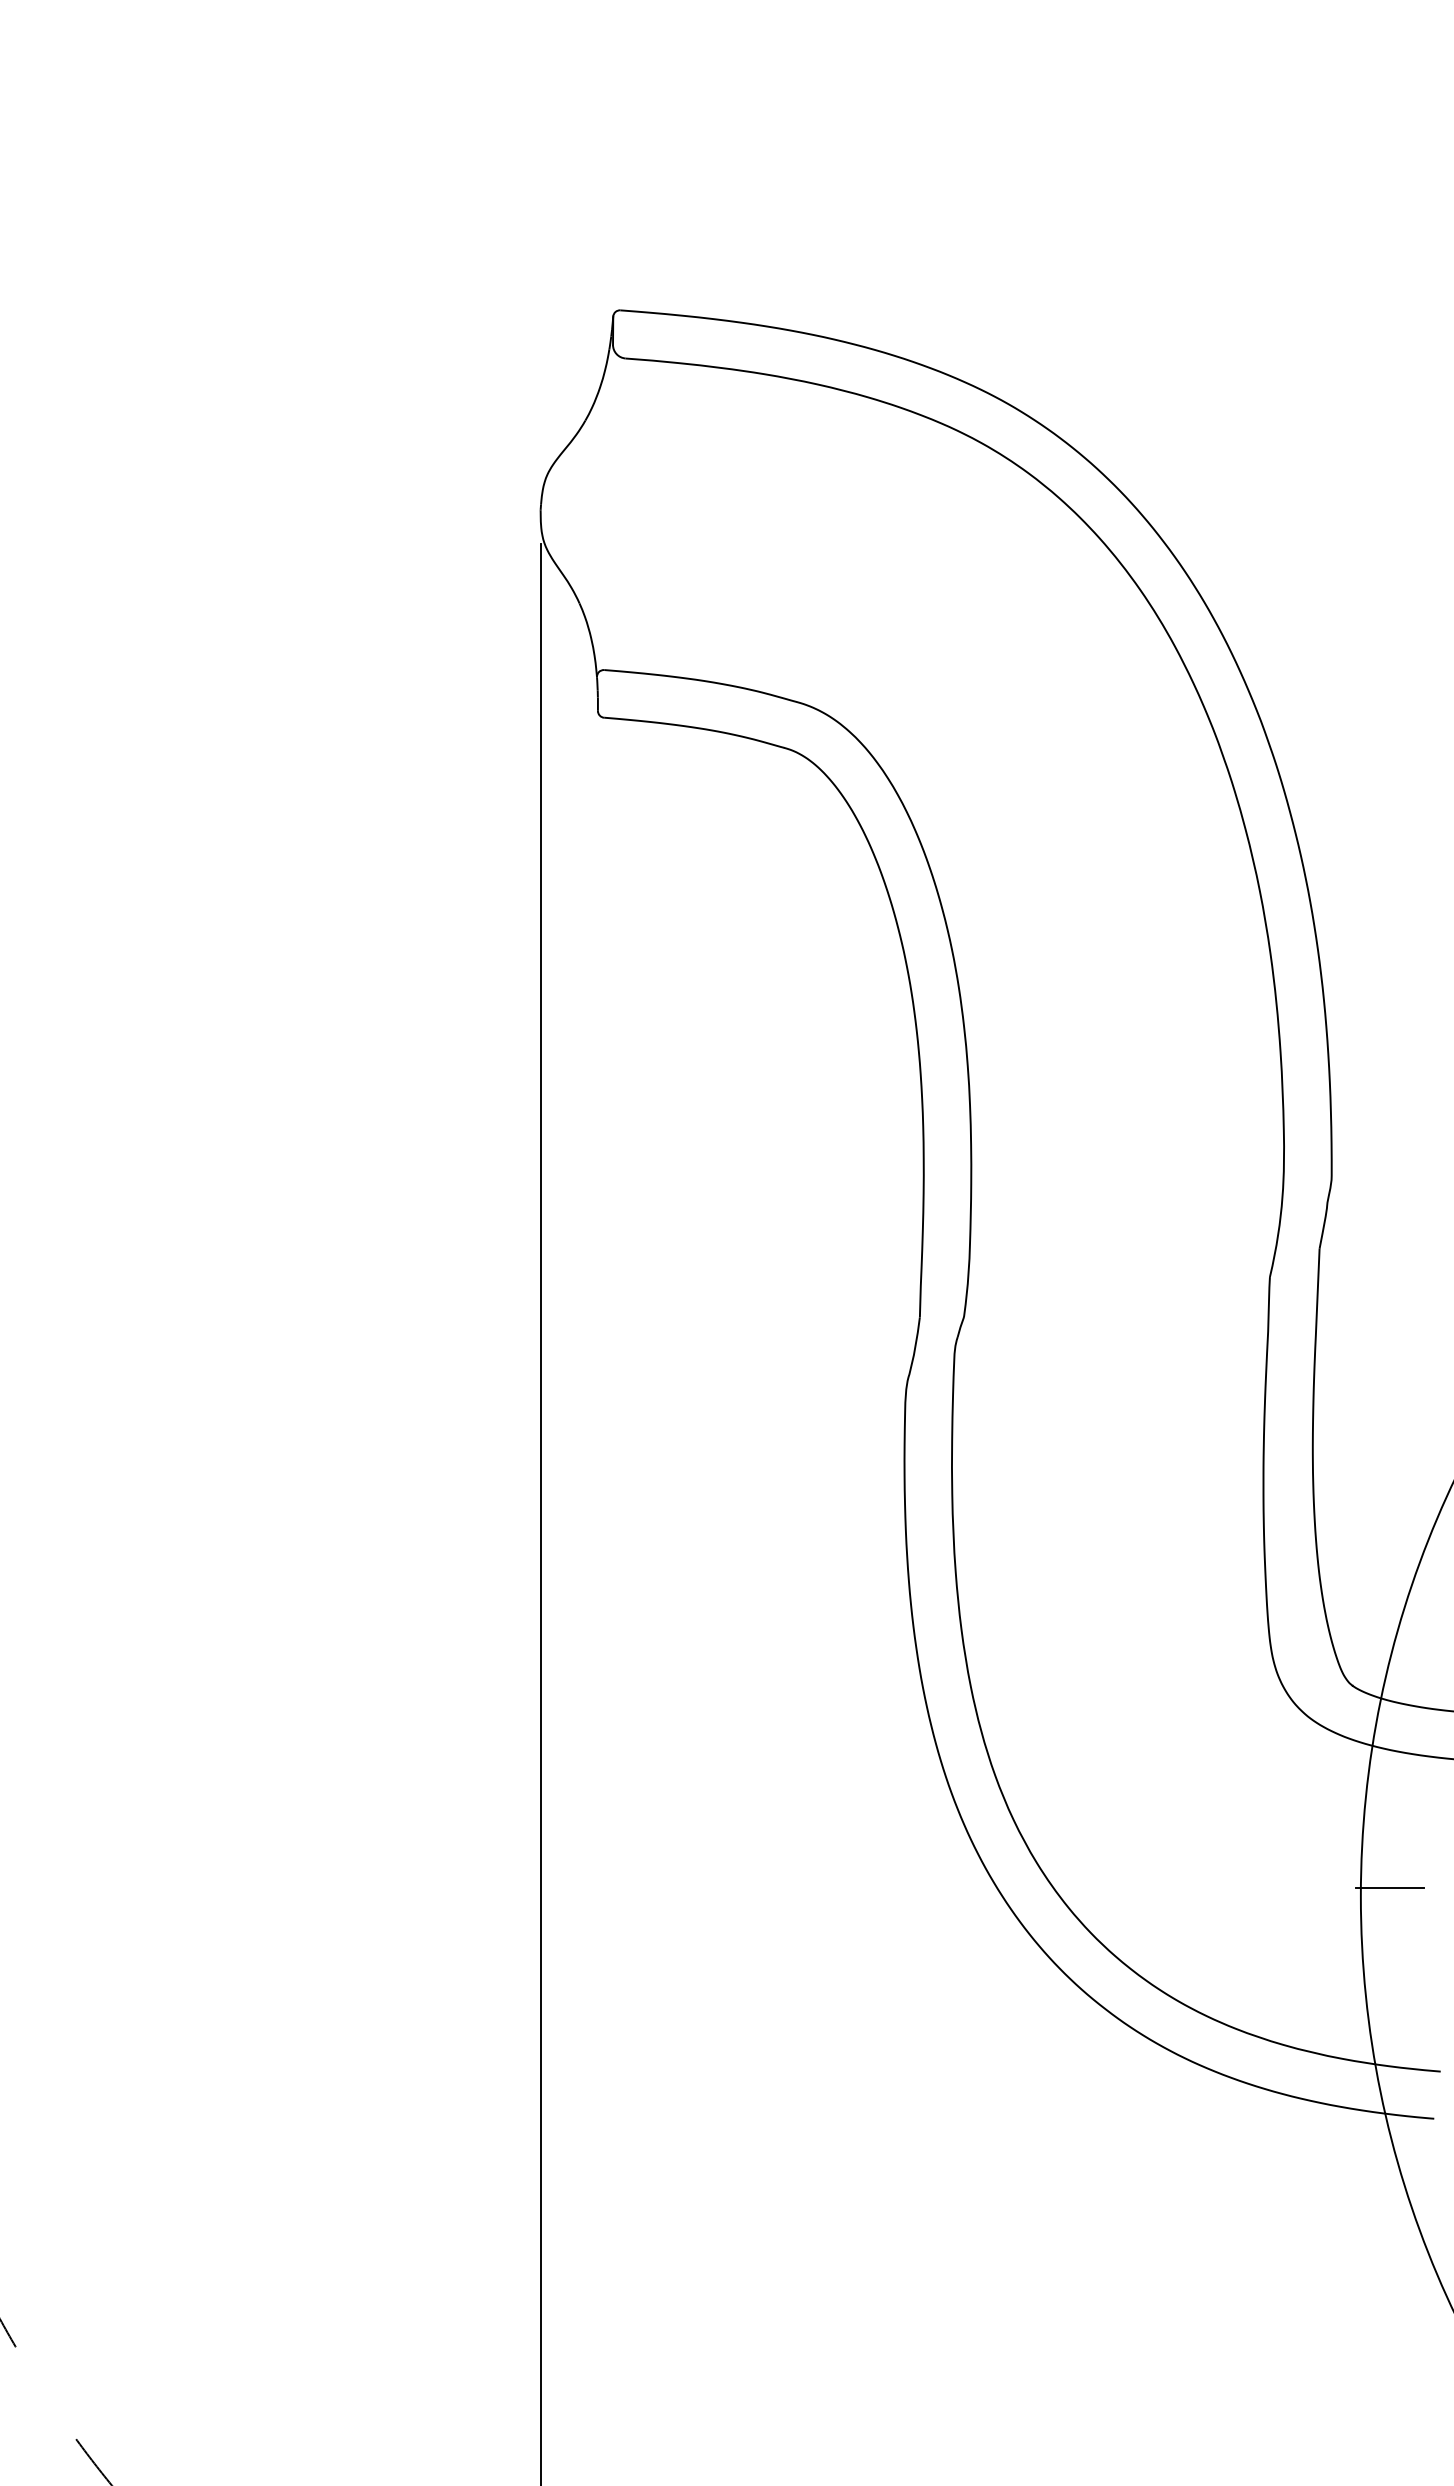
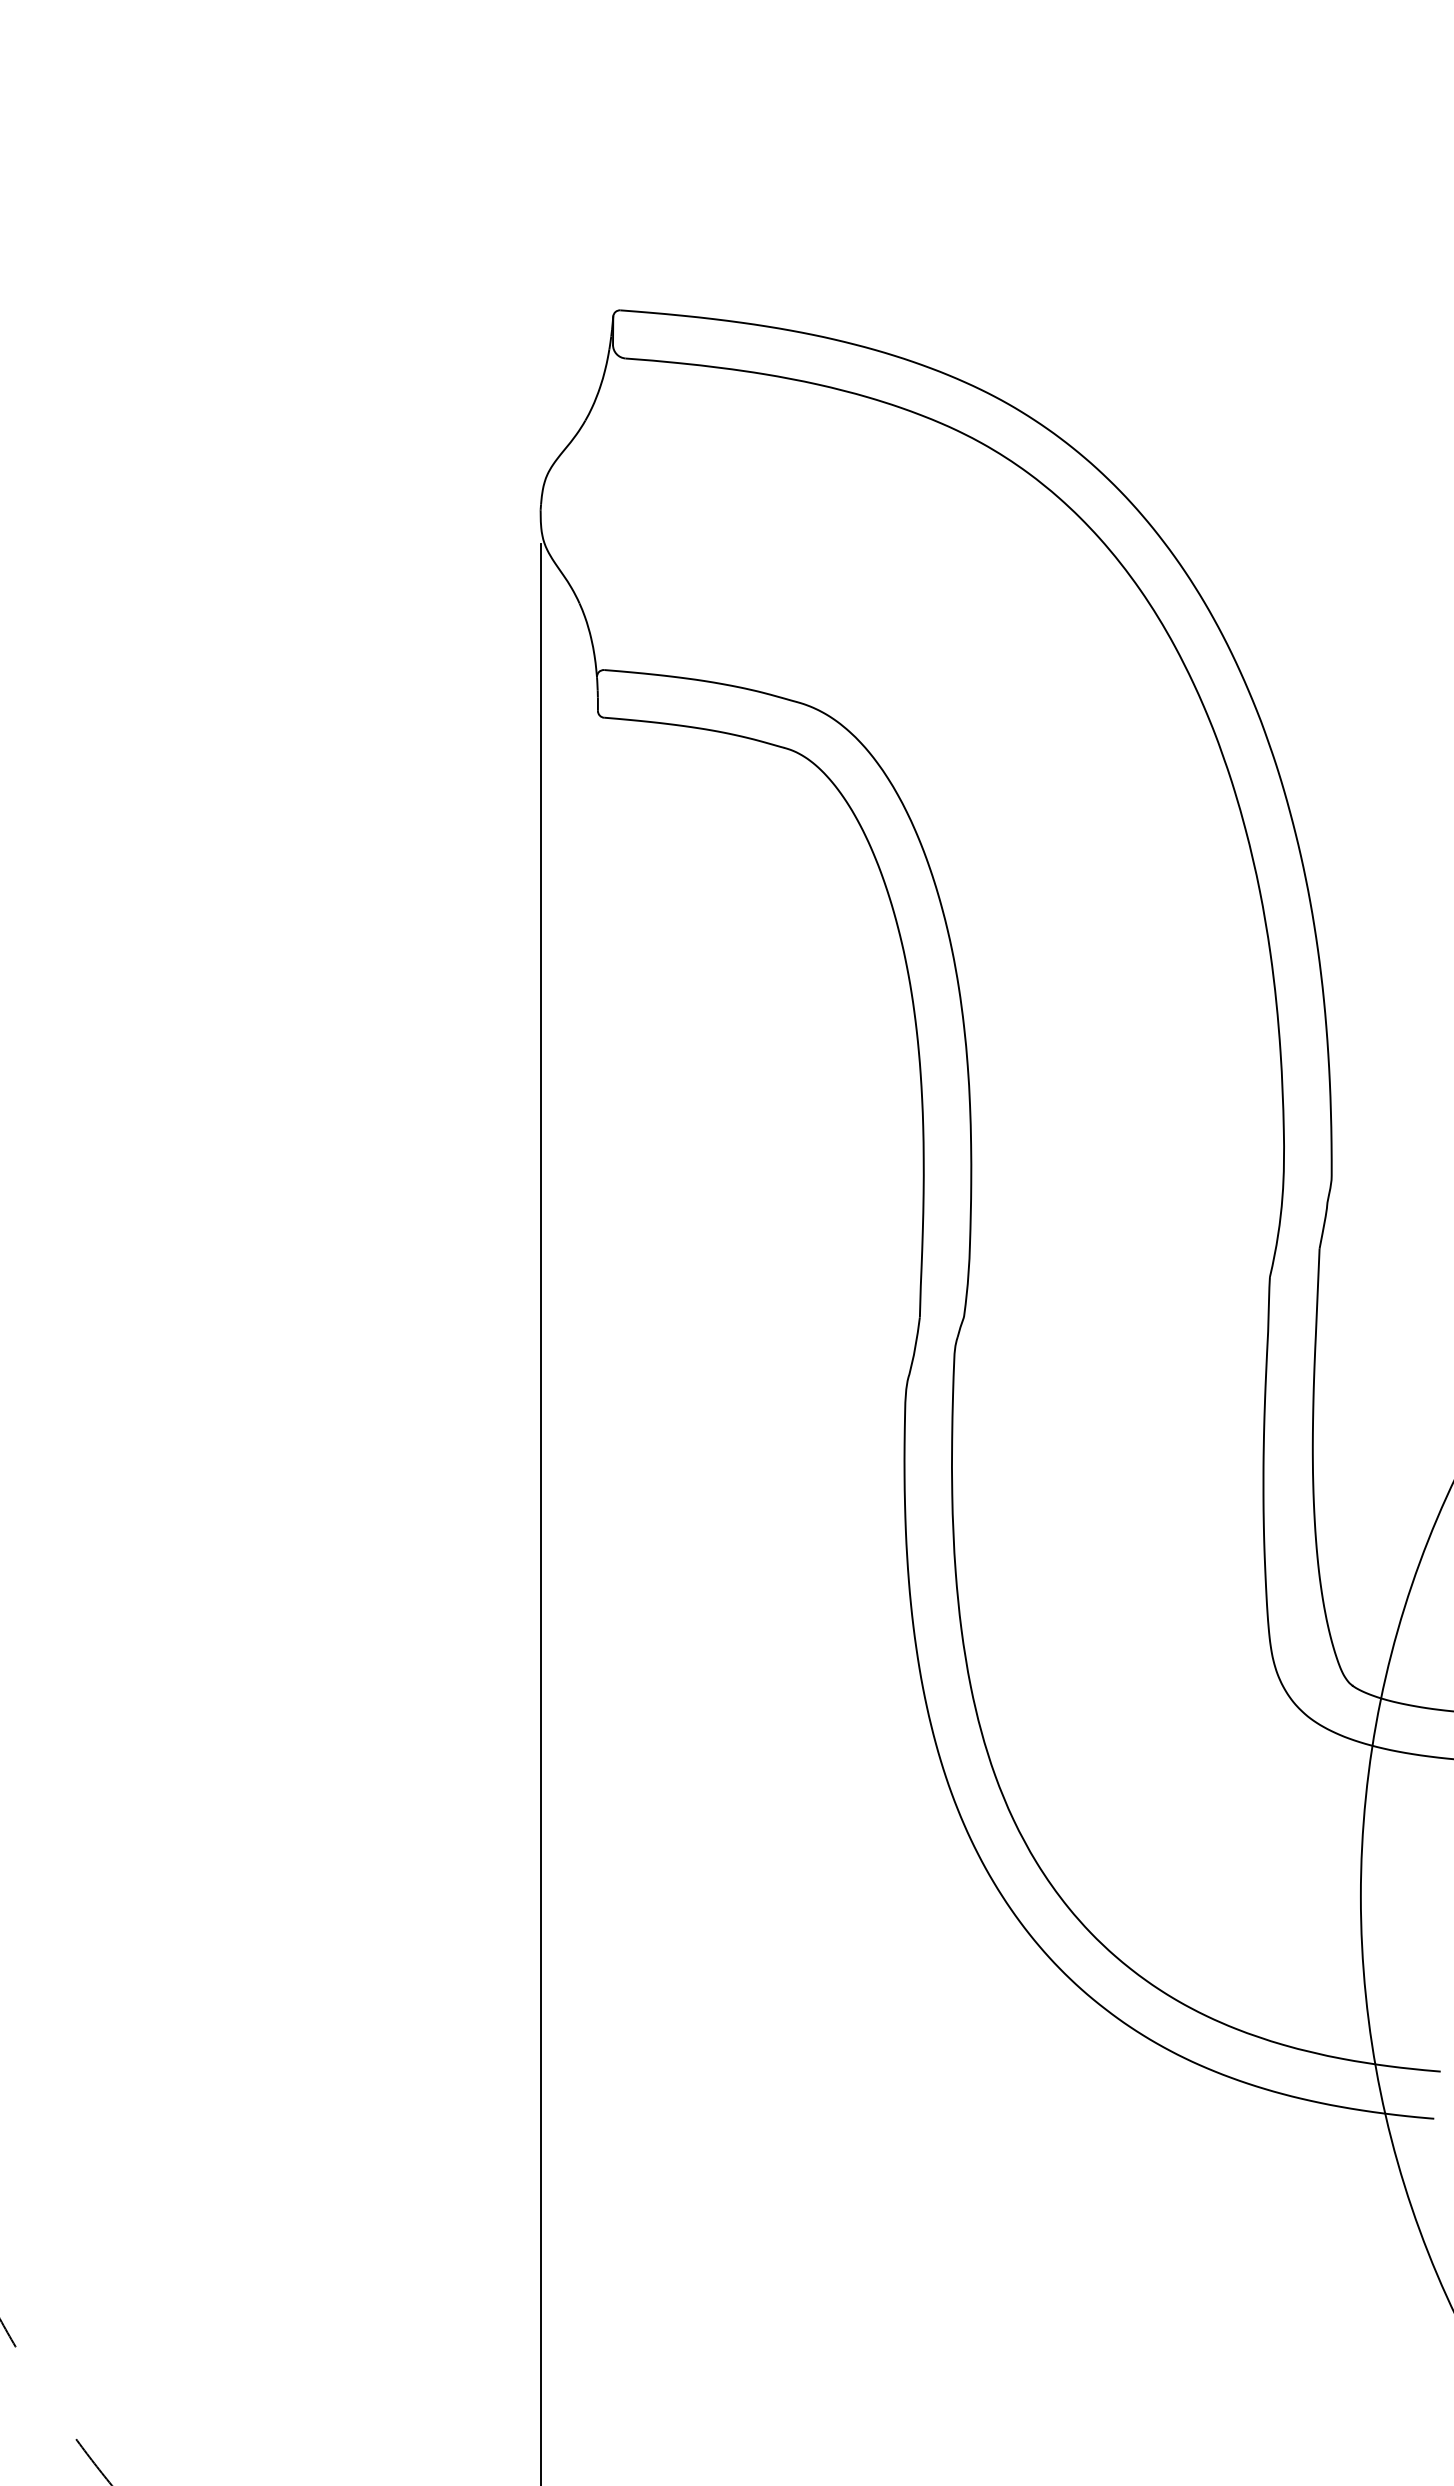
line at (1390, 1888): present -> none
